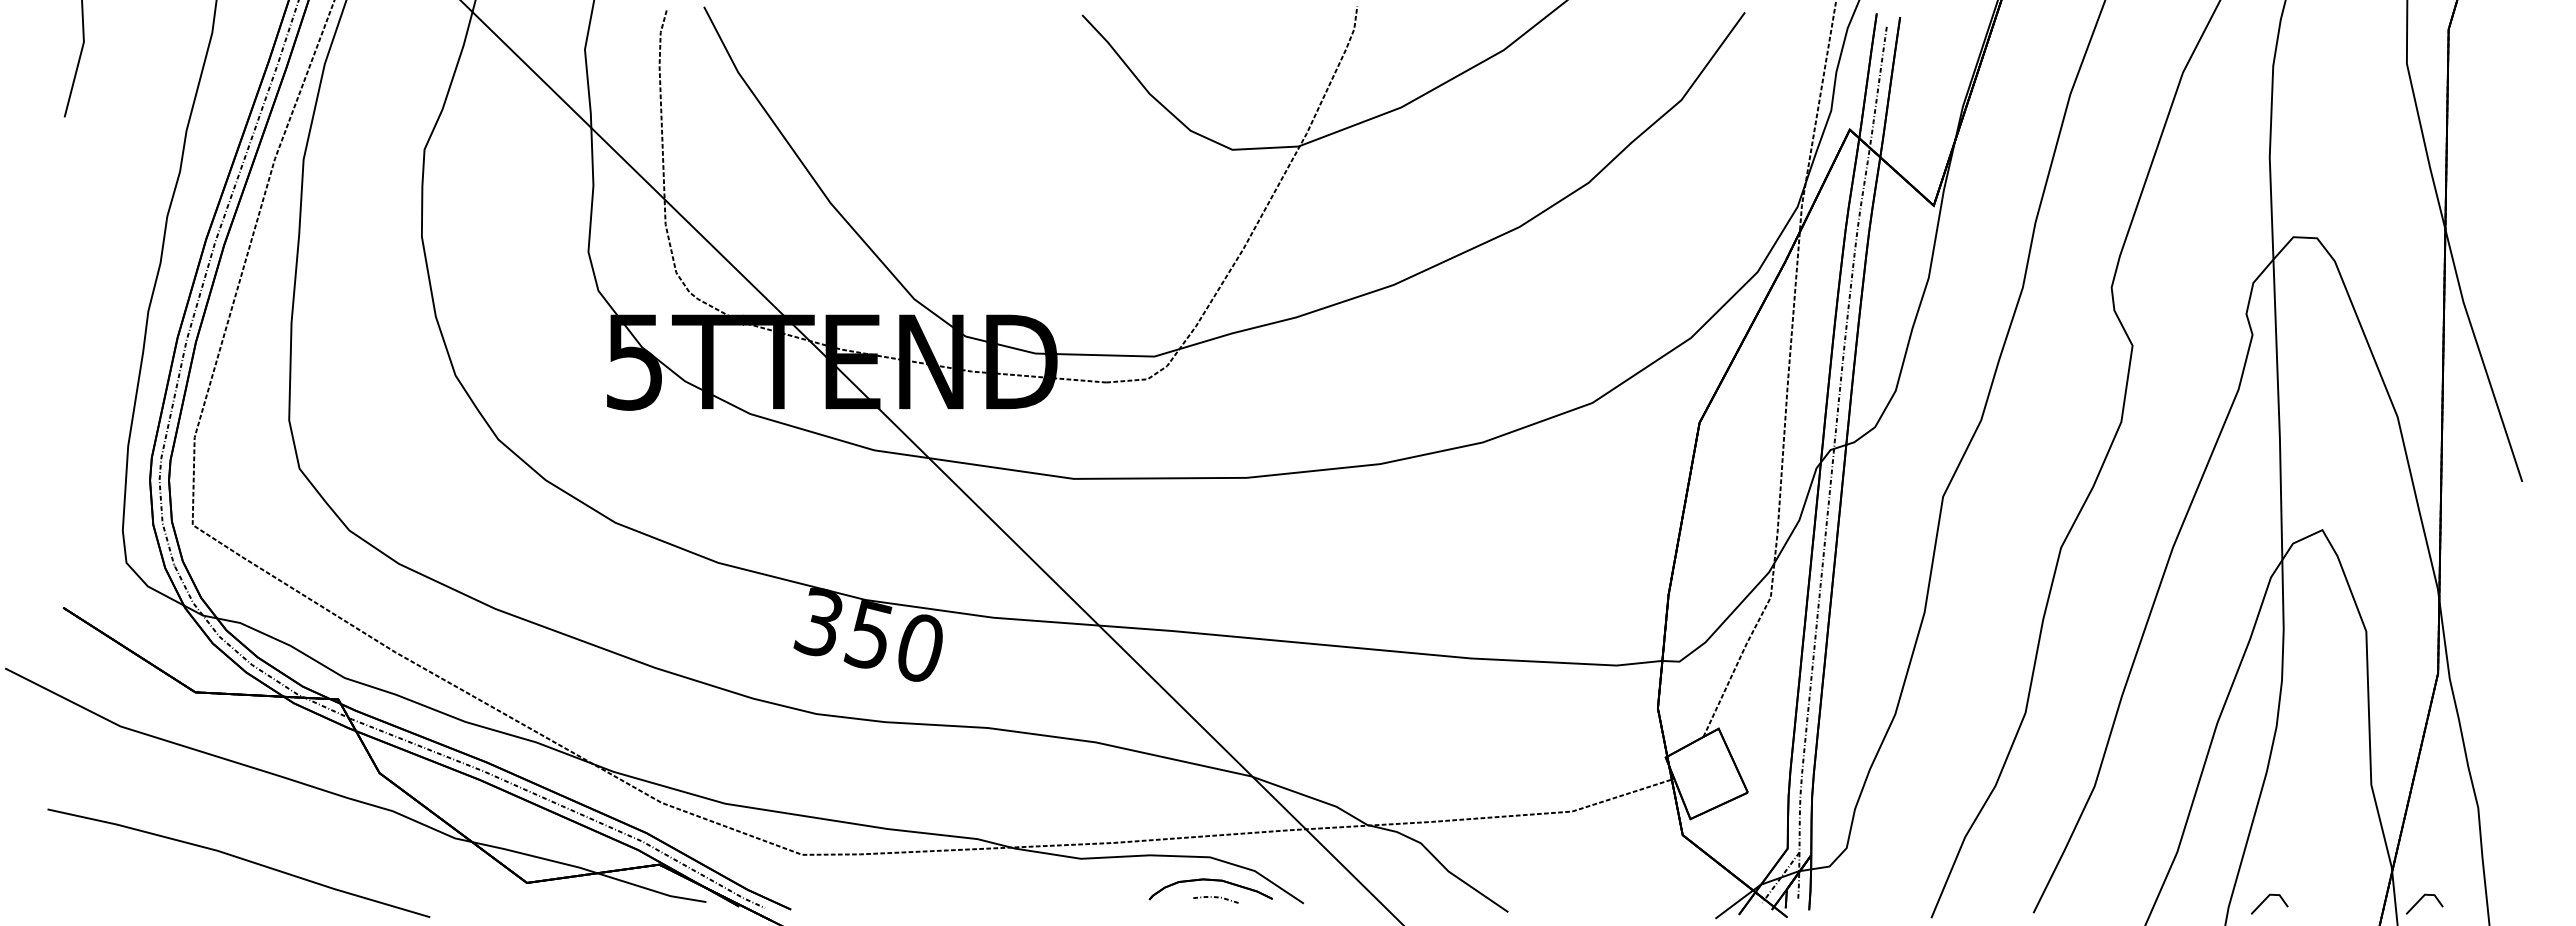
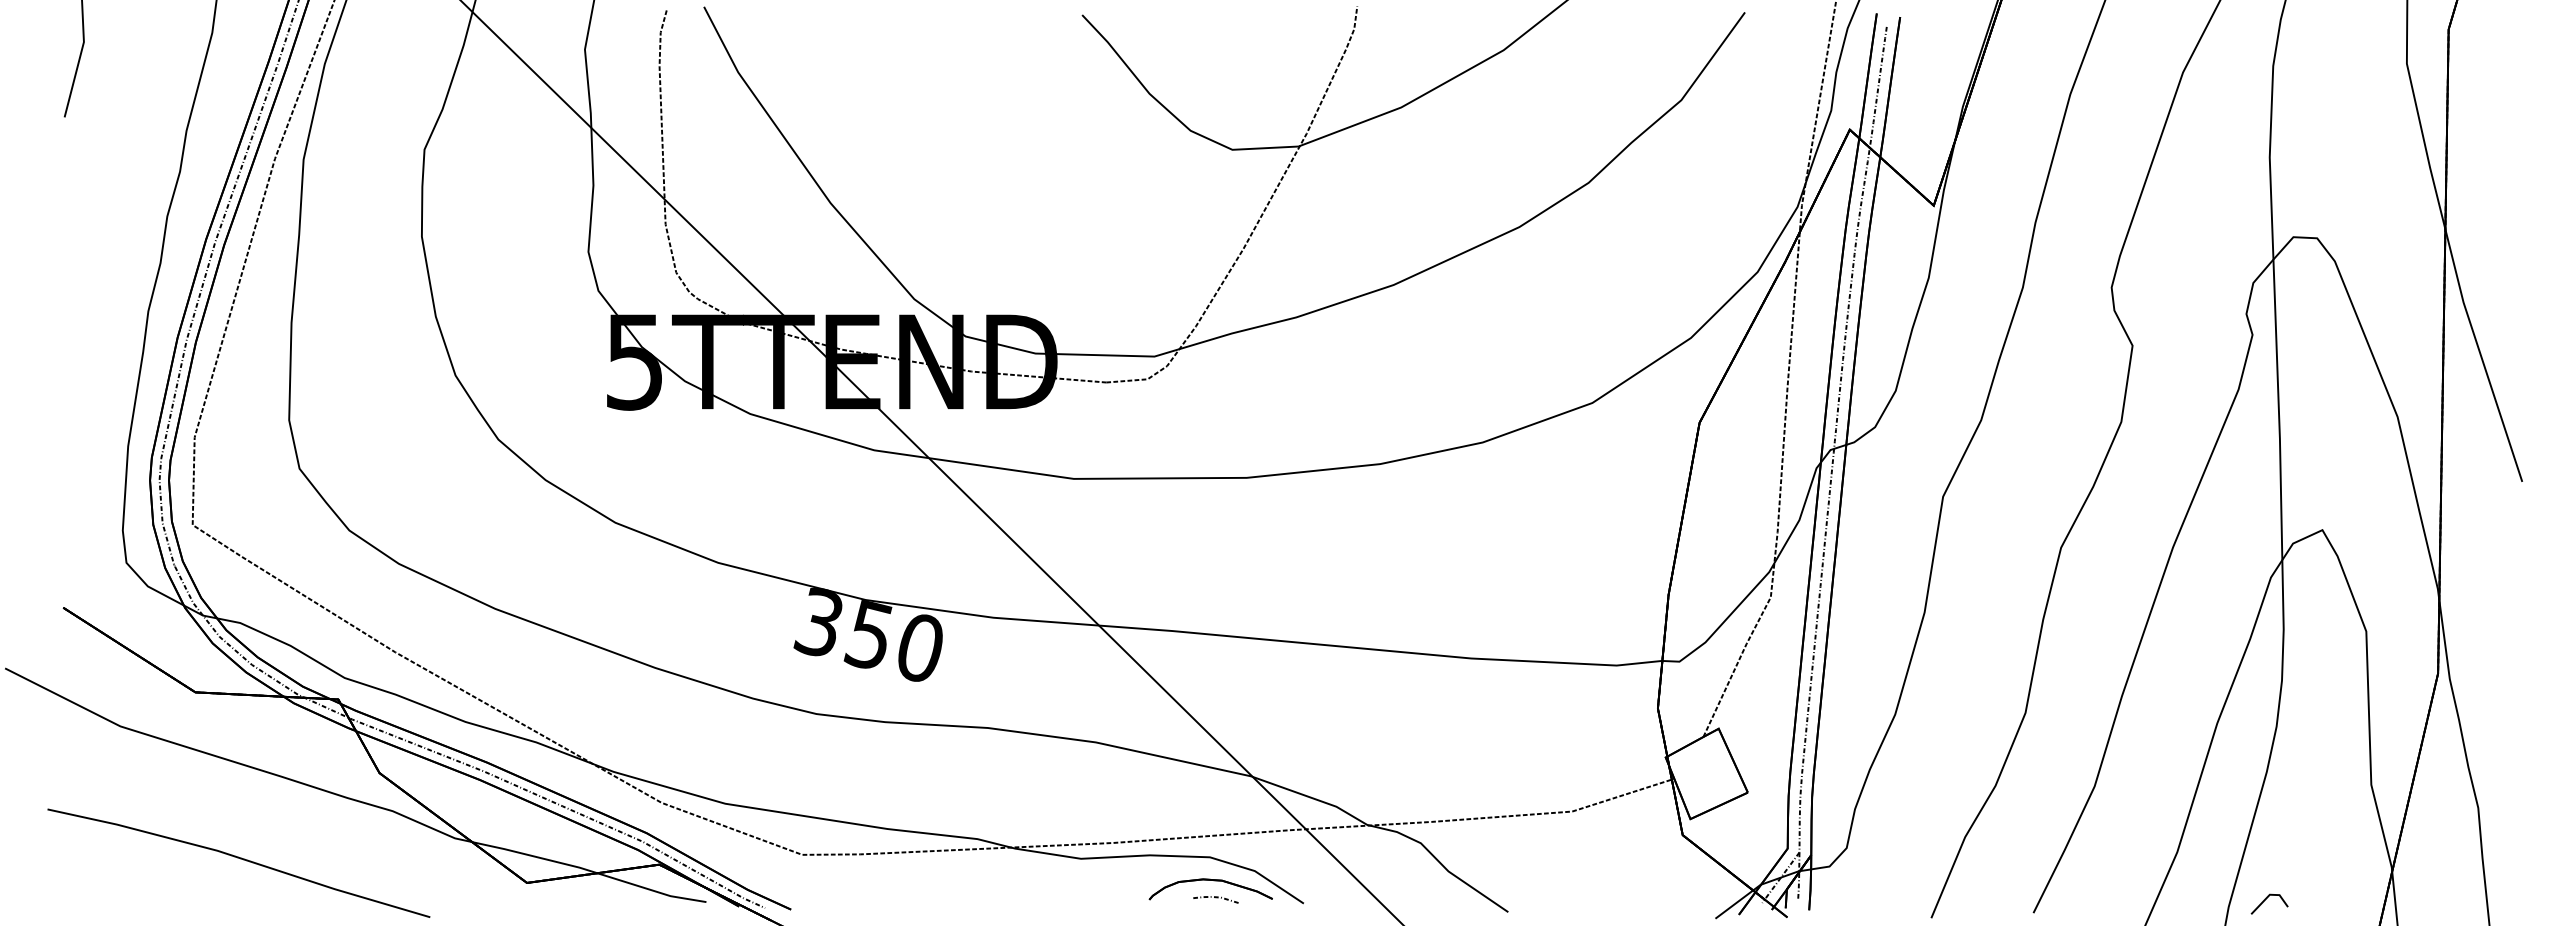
part at (2424, 903): present -> none
